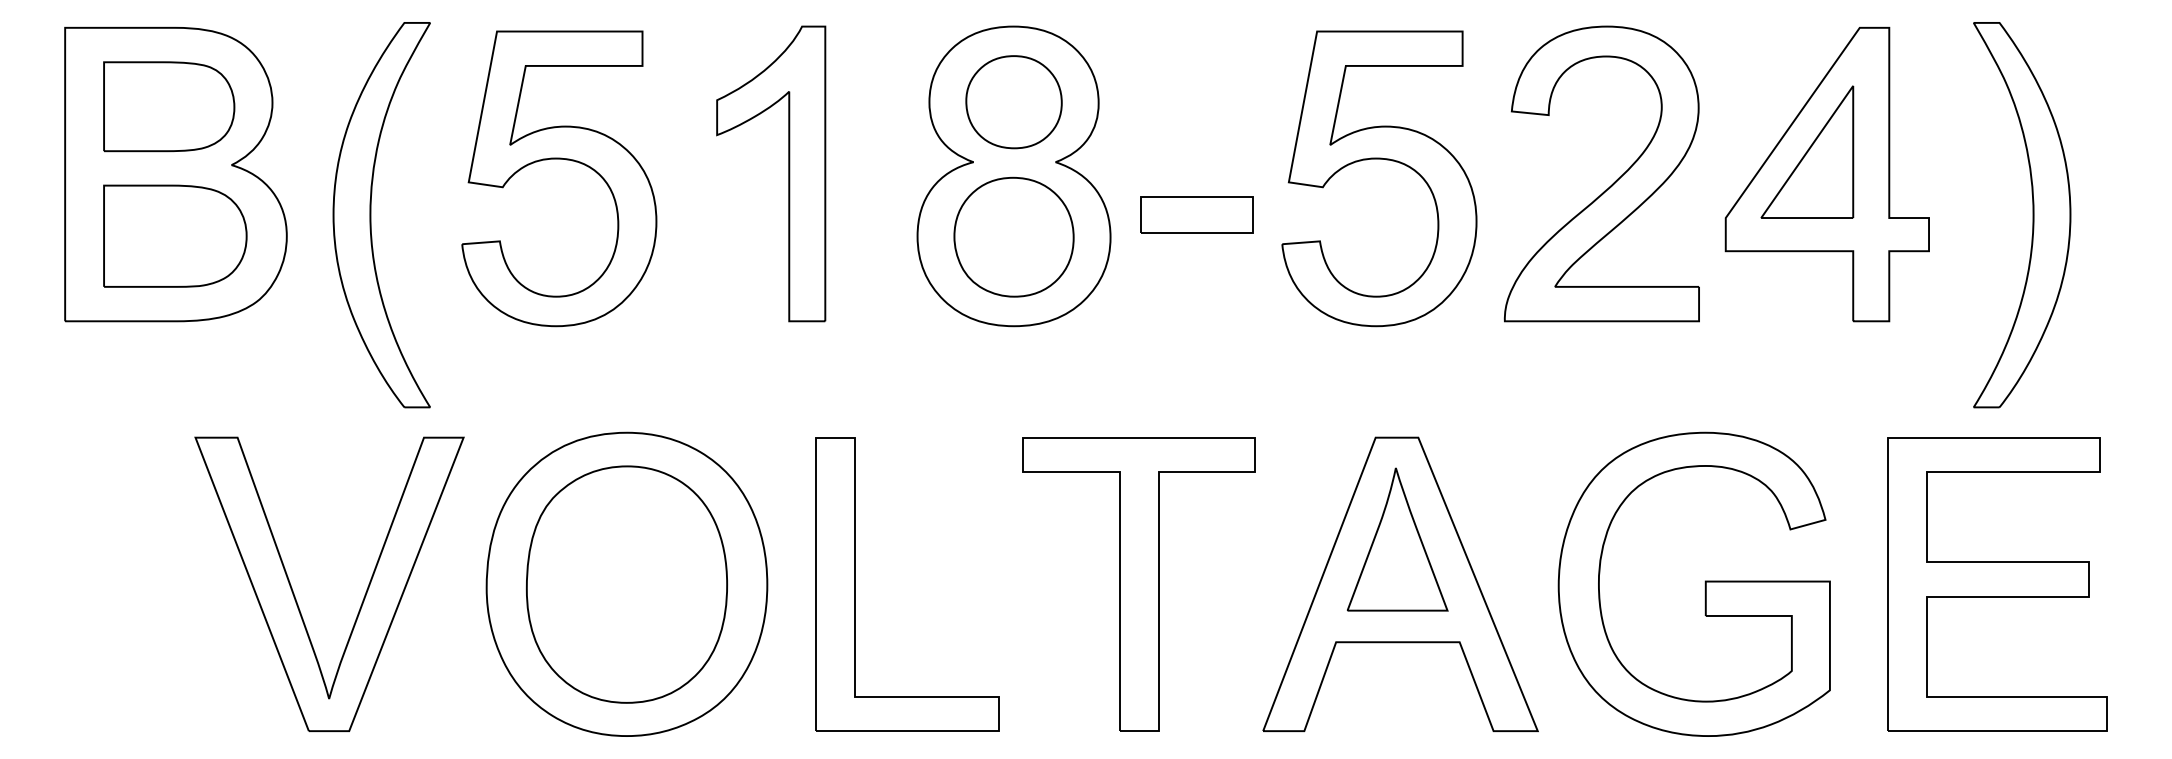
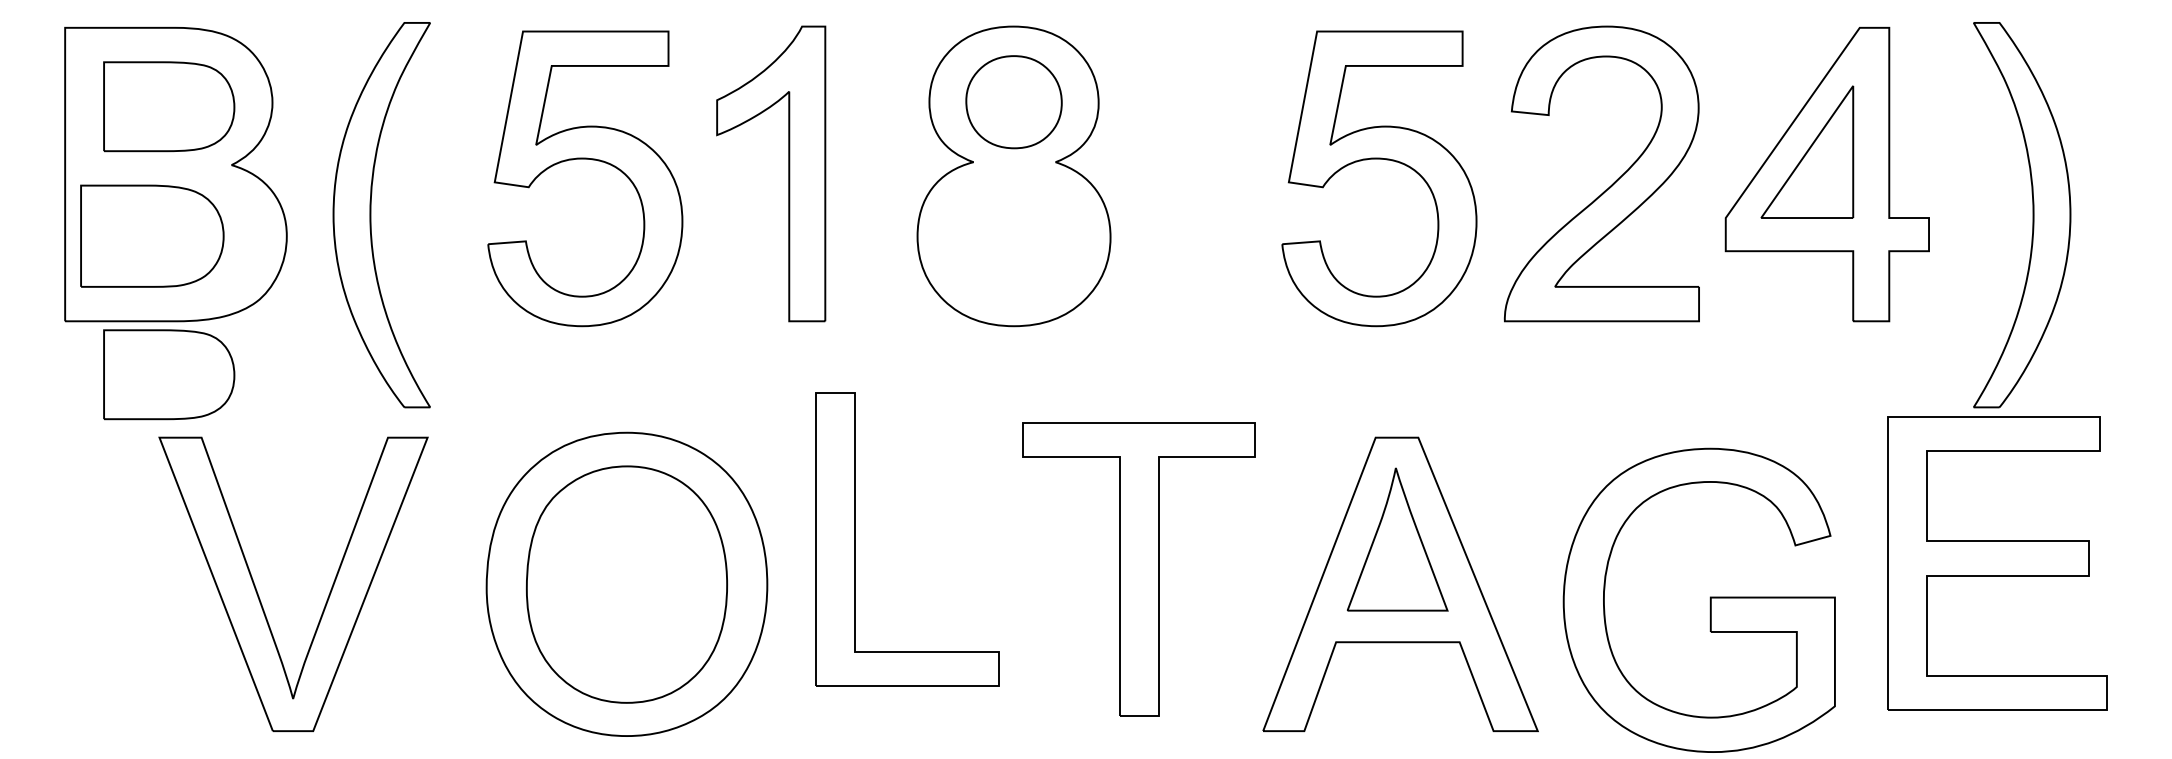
part at (559, 159) position: (559, 159) -> (585, 159)
part at (1196, 214): present -> none
part at (175, 235) position: (175, 235) -> (152, 235)
part at (1013, 236): present -> none
part at (169, 374): none -> present
part at (1704, 583) position: (1704, 583) -> (1709, 599)
part at (855, 584) position: (855, 584) -> (855, 539)
part at (1138, 584) position: (1138, 584) -> (1138, 569)
part at (1997, 584) position: (1997, 584) -> (1997, 563)
part at (294, 593) position: (294, 593) -> (258, 593)
